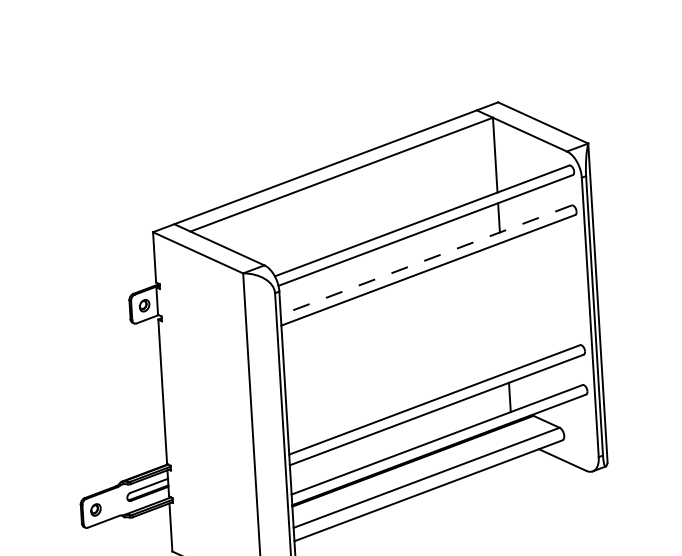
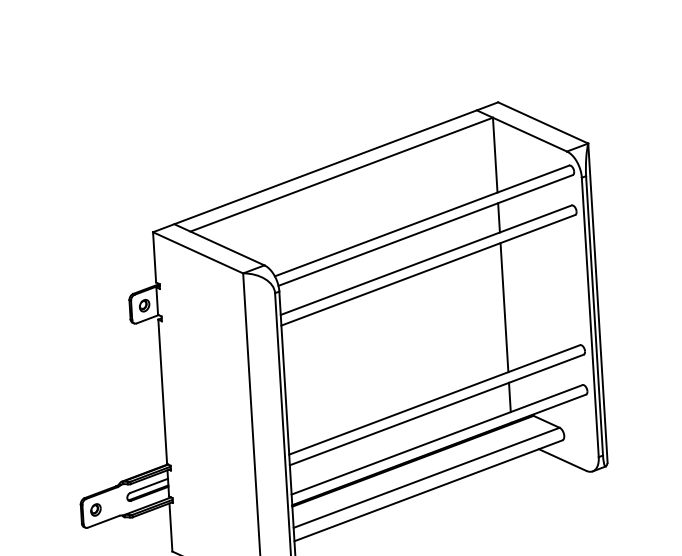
line at (425, 260): dashed -> solid
line at (504, 307): none -> present
